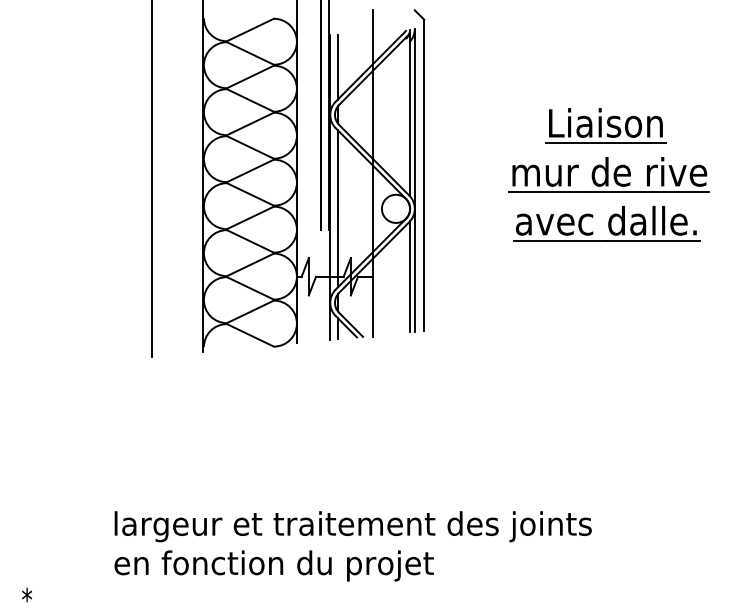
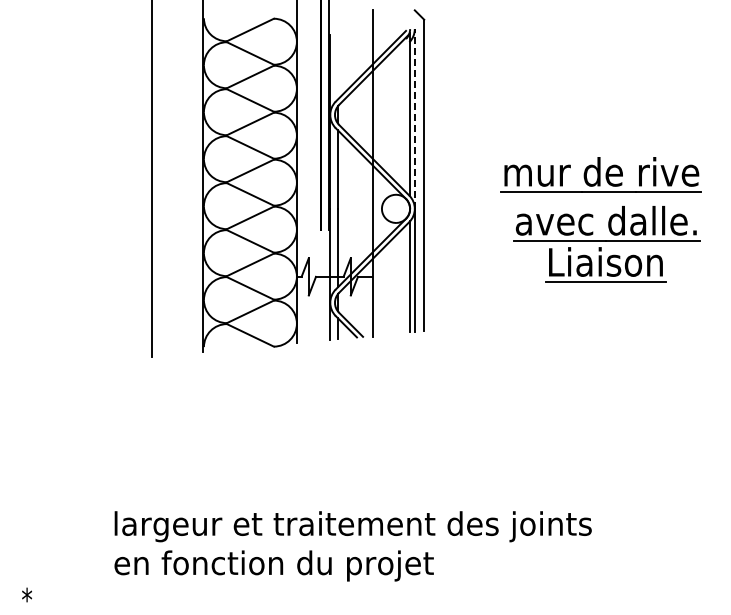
line at (337, 67): present -> none
line at (414, 119): solid -> dashed
part at (605, 125) position: (605, 125) -> (605, 264)
part at (608, 174) position: (608, 174) -> (600, 174)
